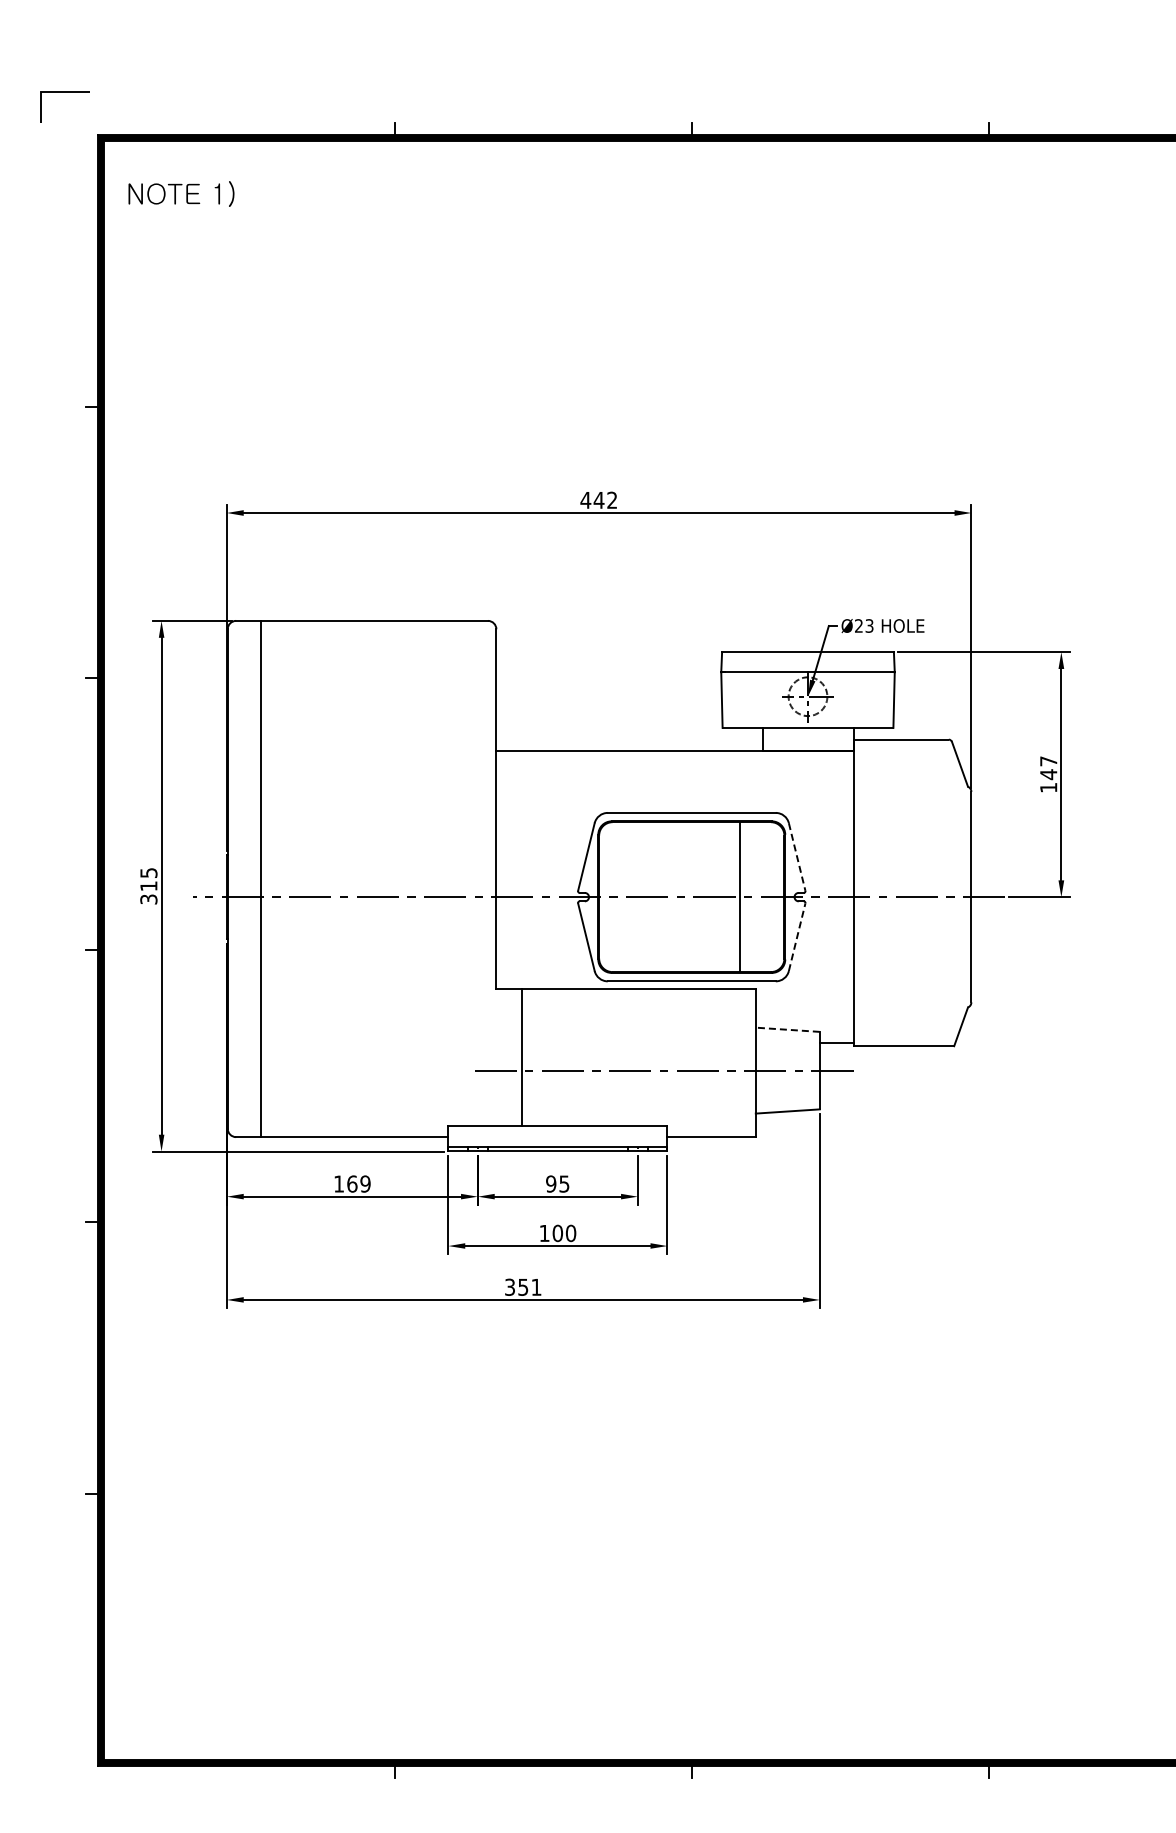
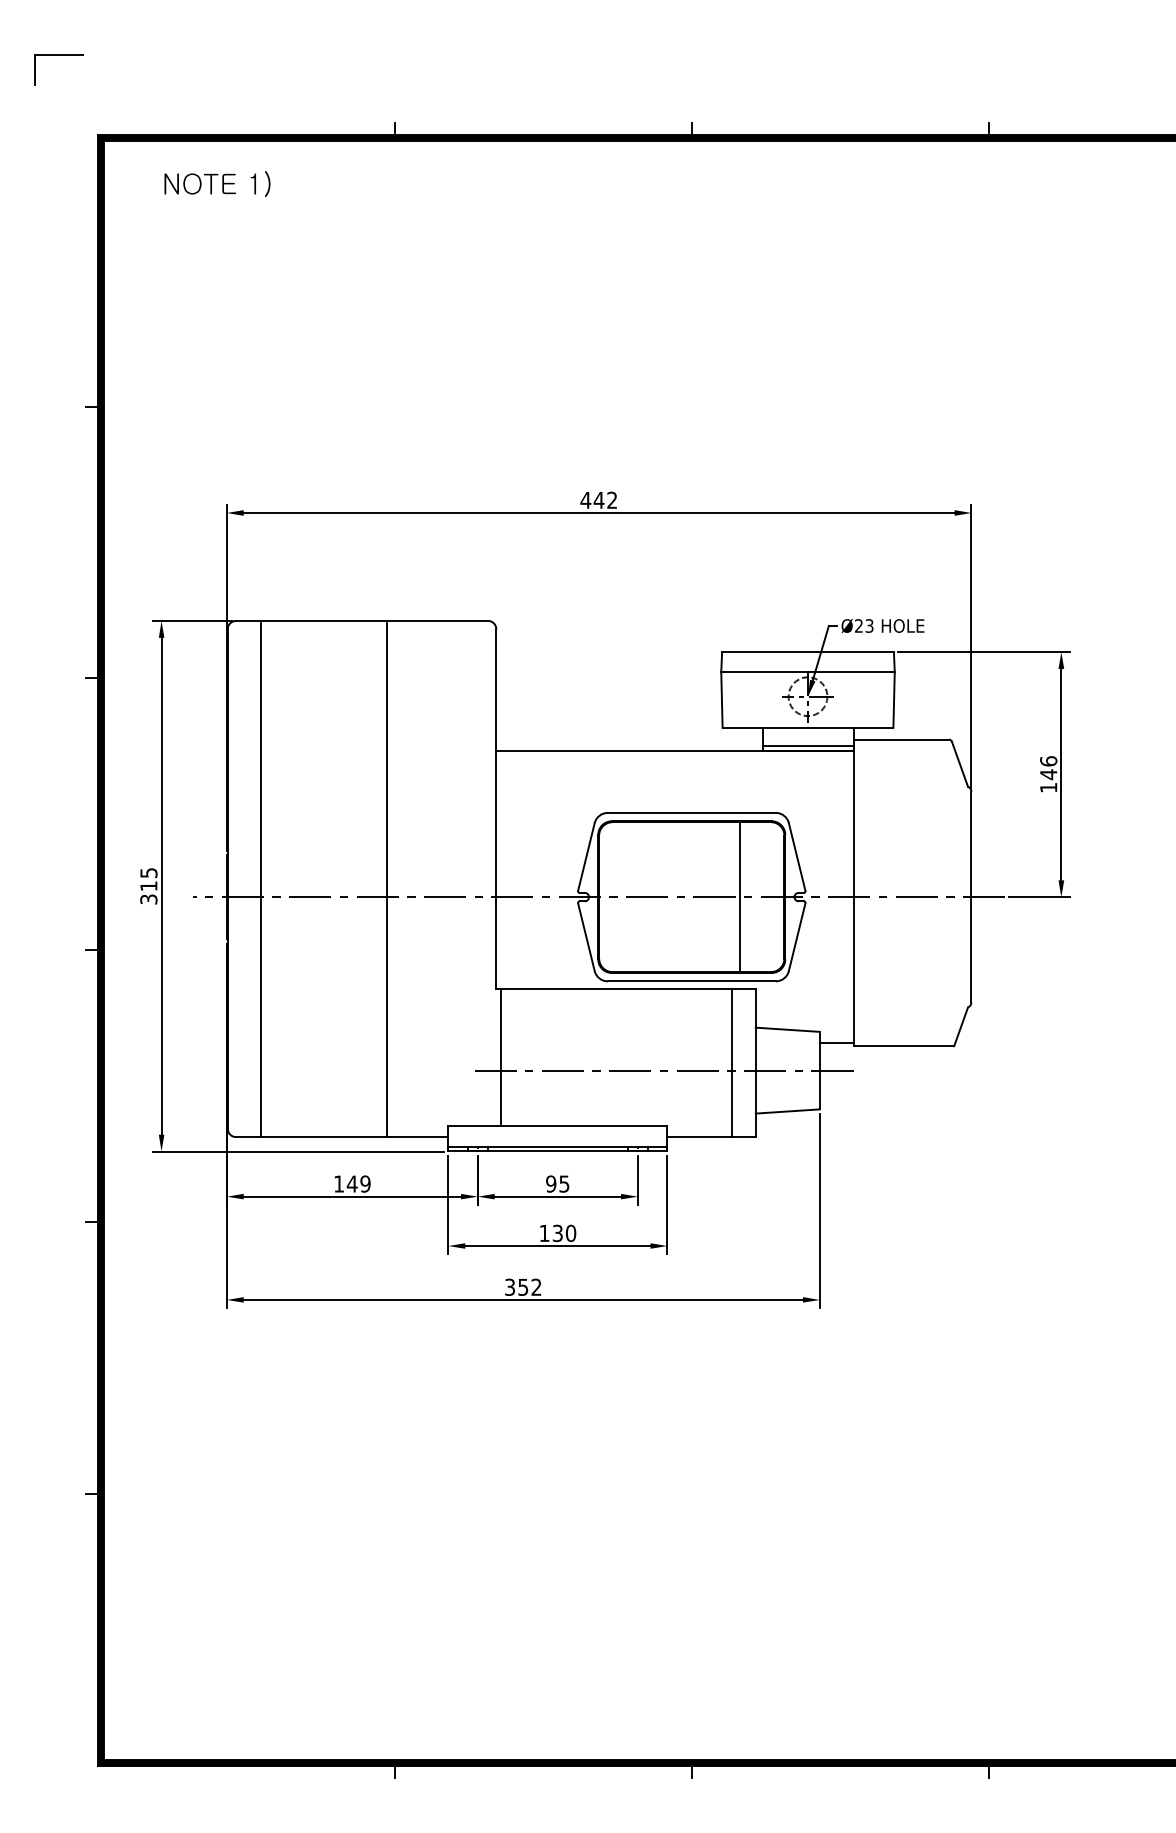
line at (64, 92) position: (64, 92) -> (58, 55)
text at (181, 193) position: (181, 193) -> (217, 183)
line at (807, 746): none -> present
text at (1048, 761): 147 -> 146
line at (797, 857): dashed -> solid
line at (386, 878): none -> present
line at (797, 937): dashed -> solid
line at (787, 1029): dashed -> solid
line at (522, 1057) position: (522, 1057) -> (501, 1057)
line at (732, 1062): none -> present
text at (351, 1183): 169 -> 149
text at (557, 1233): 100 -> 130
text at (536, 1286): 351 -> 352
